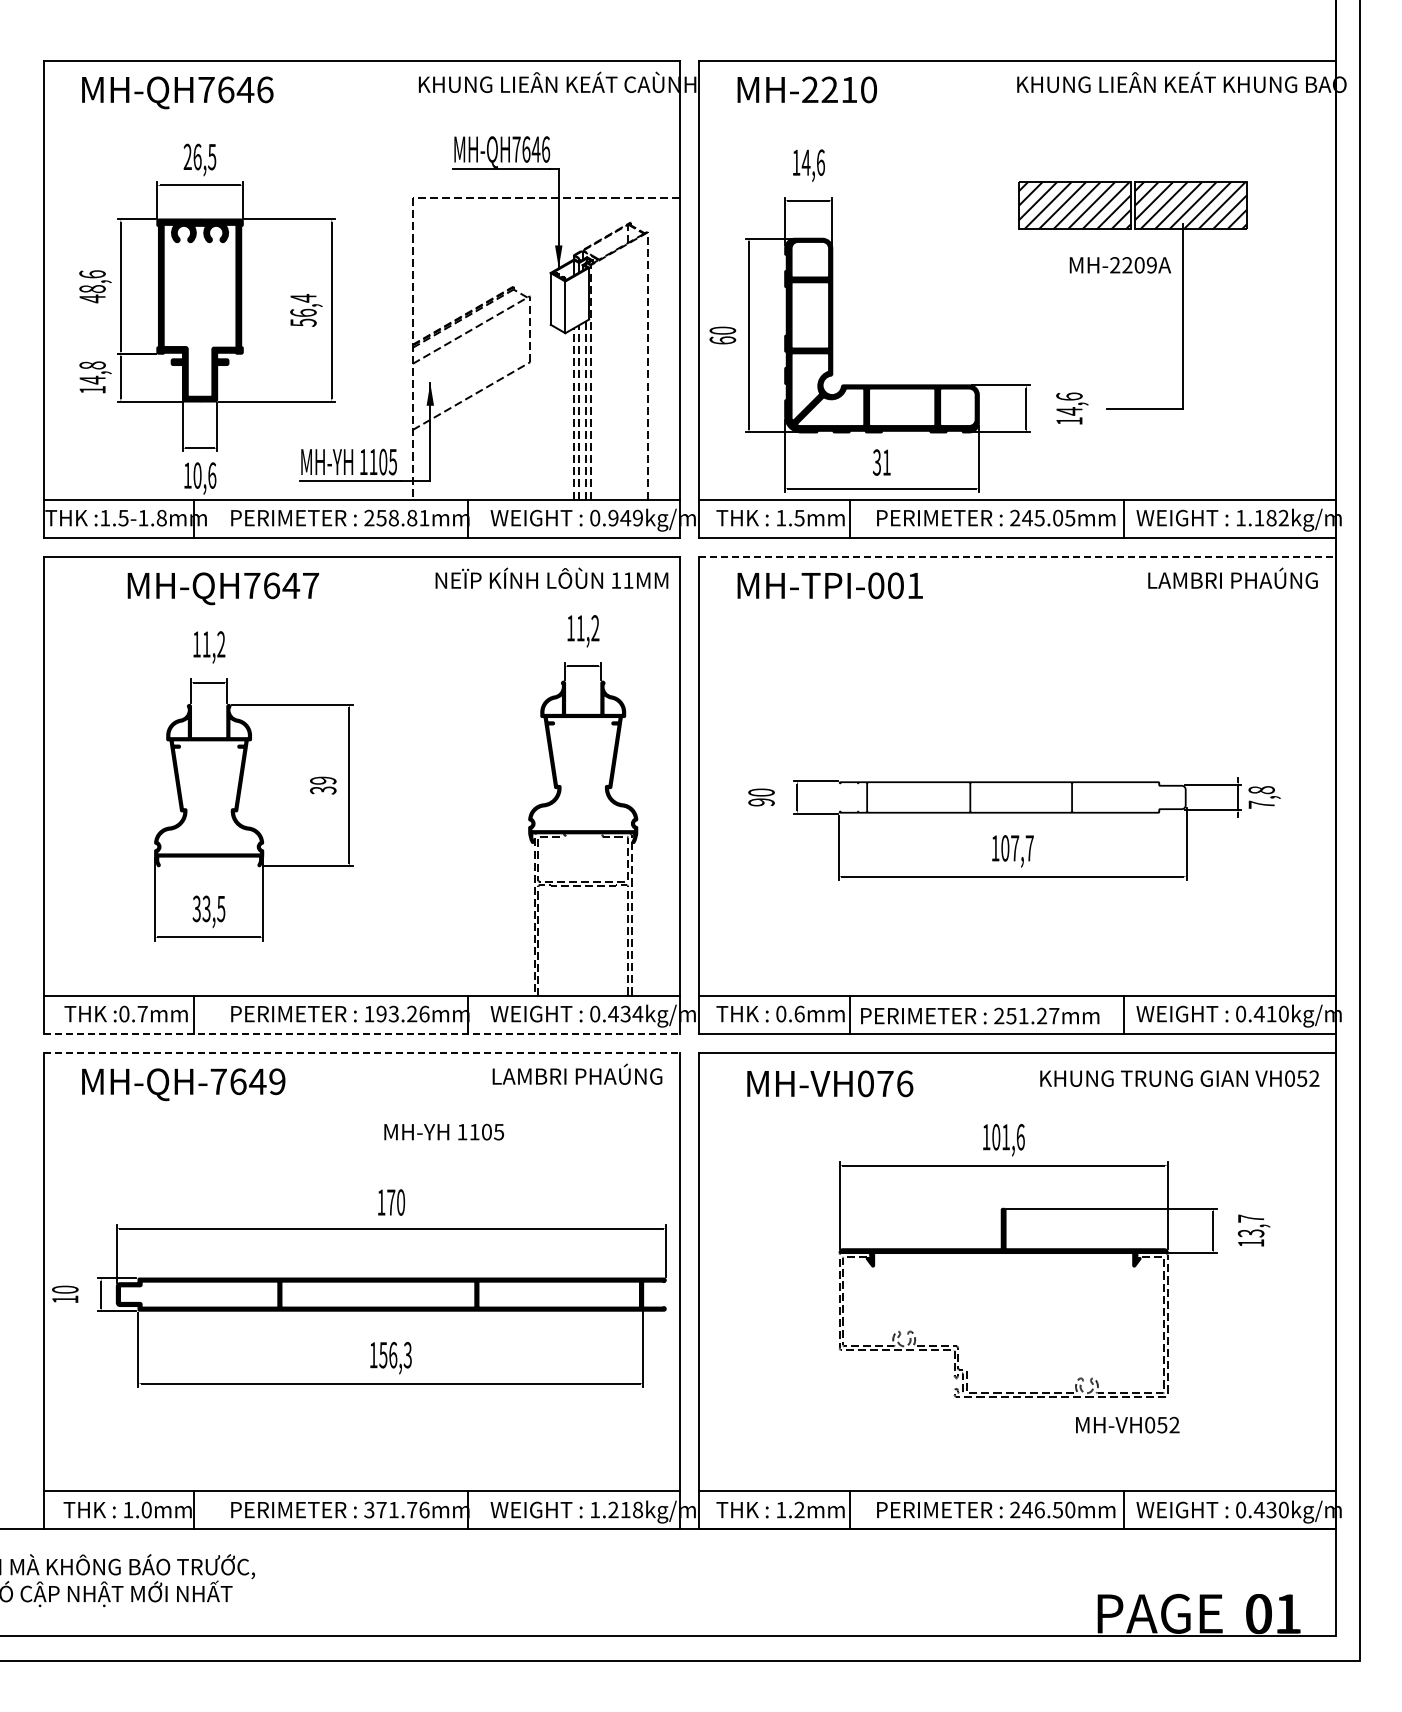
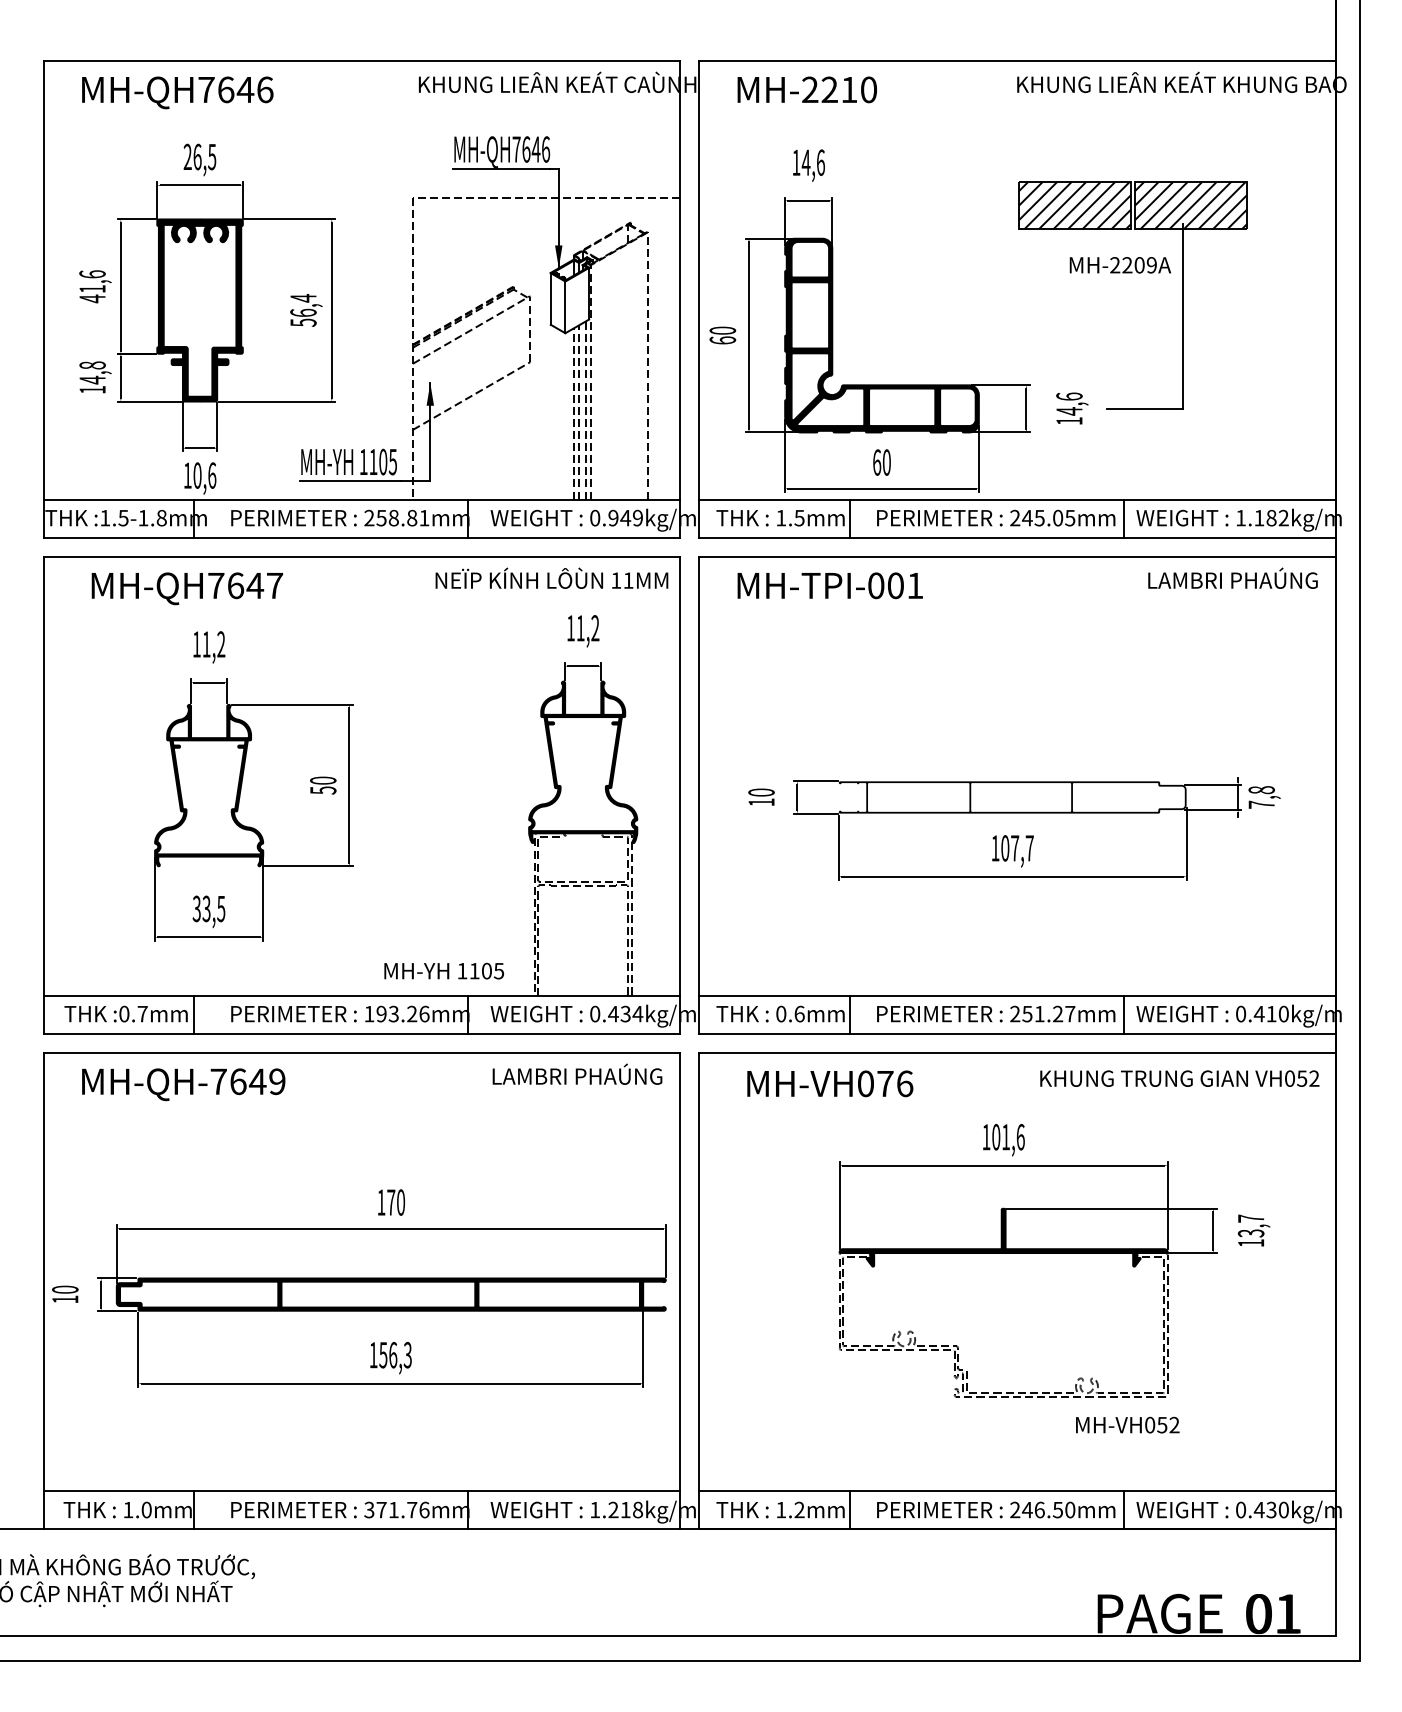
text at (92, 289): 48,6 -> 41,6
text at (881, 462): 31 -> 60
line at (1018, 556): dashed -> solid
text at (223, 588) position: (223, 588) -> (187, 588)
text at (323, 785): 39 -> 50
text at (761, 802): 90 -> 10
text at (980, 1015) position: (980, 1015) -> (996, 1013)
line at (362, 1033): dashed -> solid
line at (362, 1052): dashed -> solid
text at (443, 1131) position: (443, 1131) -> (443, 970)
